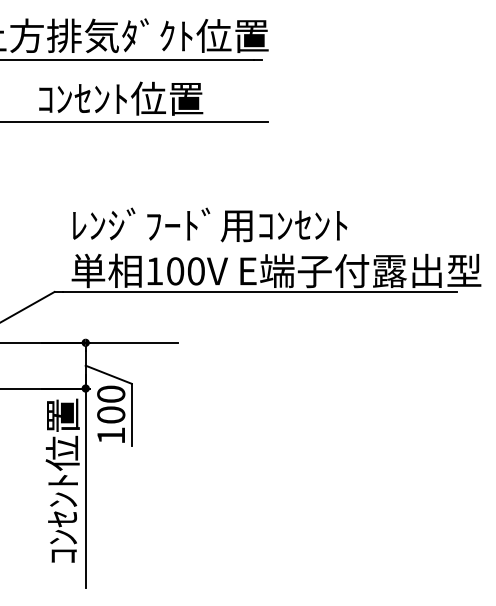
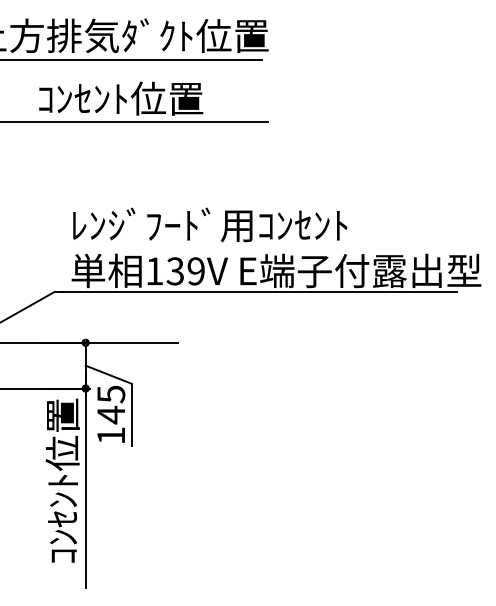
text at (185, 271): 100V -> 139V
text at (111, 404): 100 -> 145
